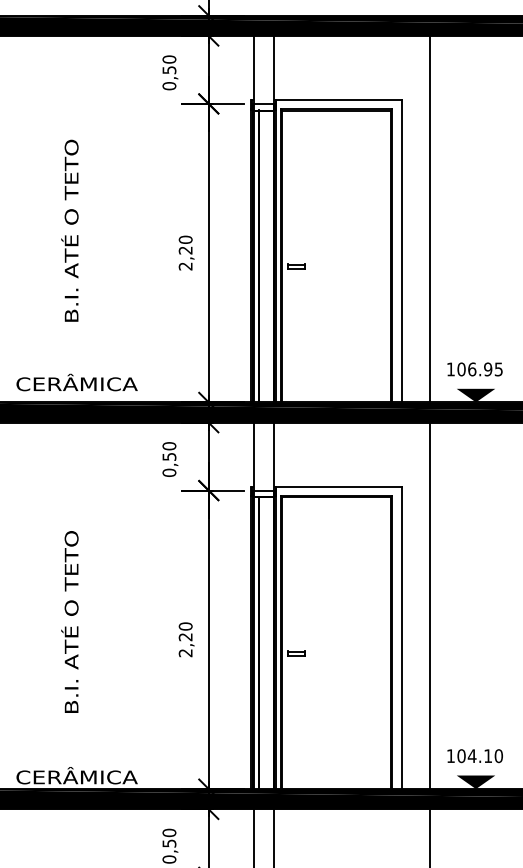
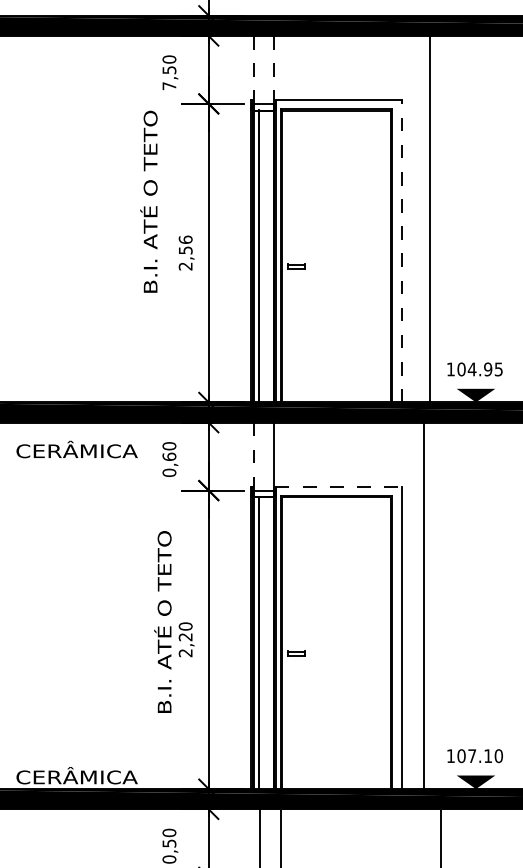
line at (253, 70): solid -> dashed
line at (273, 70): solid -> dashed
text at (169, 86): 0,50 -> 7,50
text at (69, 230) position: (69, 230) -> (148, 201)
text at (185, 244): 2,20 -> 2,56
line at (401, 250): solid -> dashed
text at (471, 369): 106.95 -> 104.95
text at (76, 382) position: (76, 382) -> (76, 449)
text at (169, 456): 0,50 -> 0,60
line at (253, 456): solid -> dashed
line at (338, 486): solid -> dashed
line at (429, 605) position: (429, 605) -> (423, 605)
text at (69, 621) position: (69, 621) -> (162, 621)
text at (471, 755): 104.10 -> 107.10
line at (253, 836) position: (253, 836) -> (259, 836)
line at (273, 836) position: (273, 836) -> (280, 836)
line at (429, 836) position: (429, 836) -> (440, 836)
